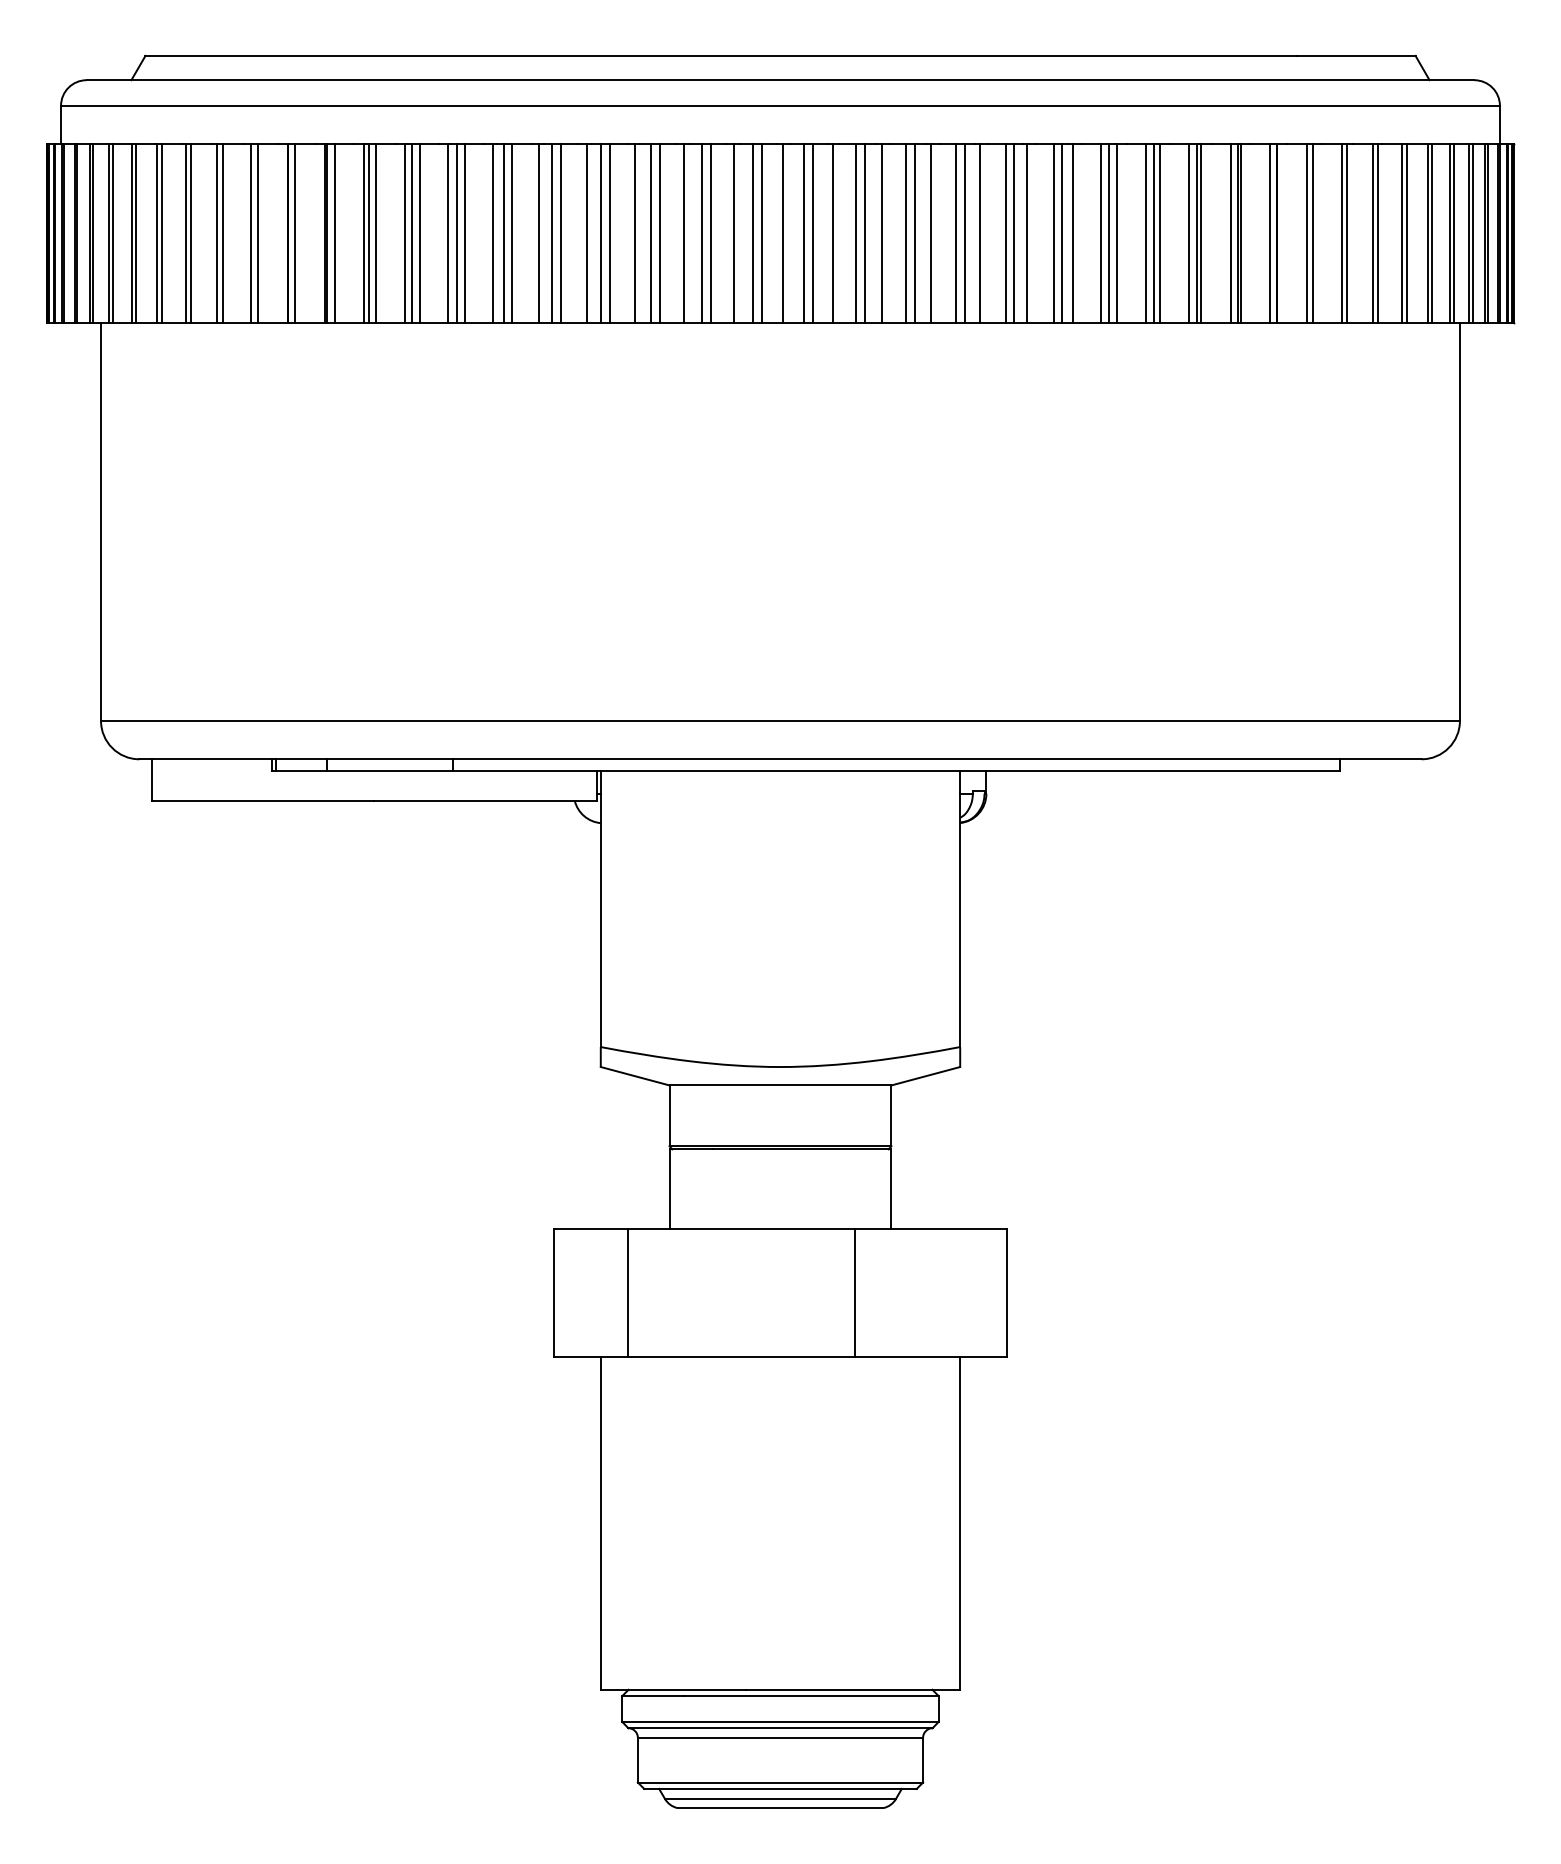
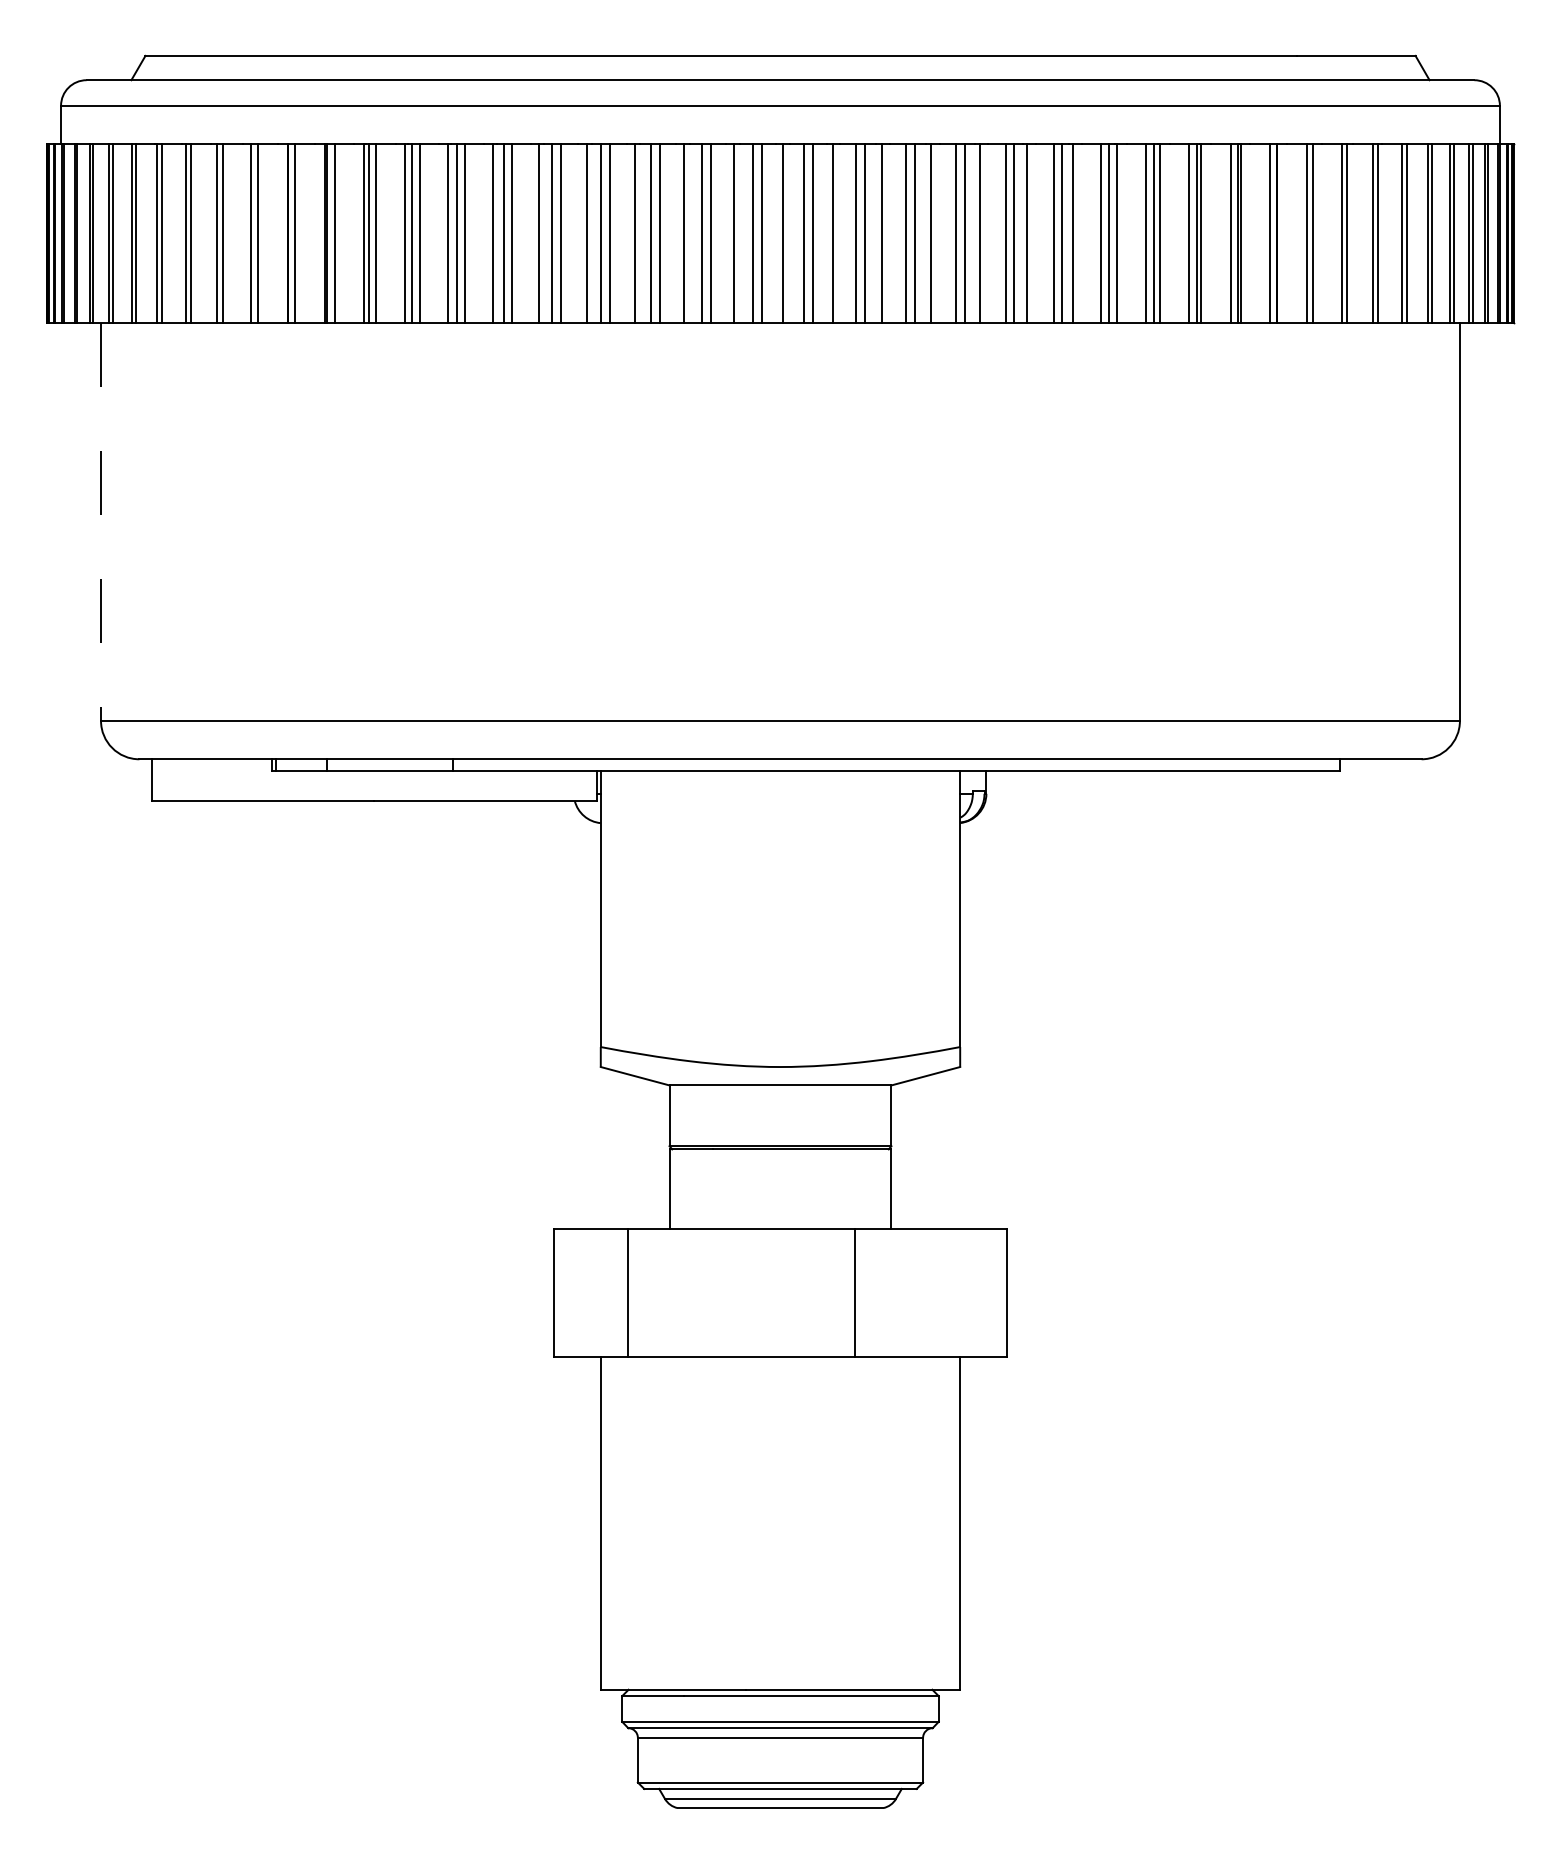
line at (101, 522): solid -> dashed
